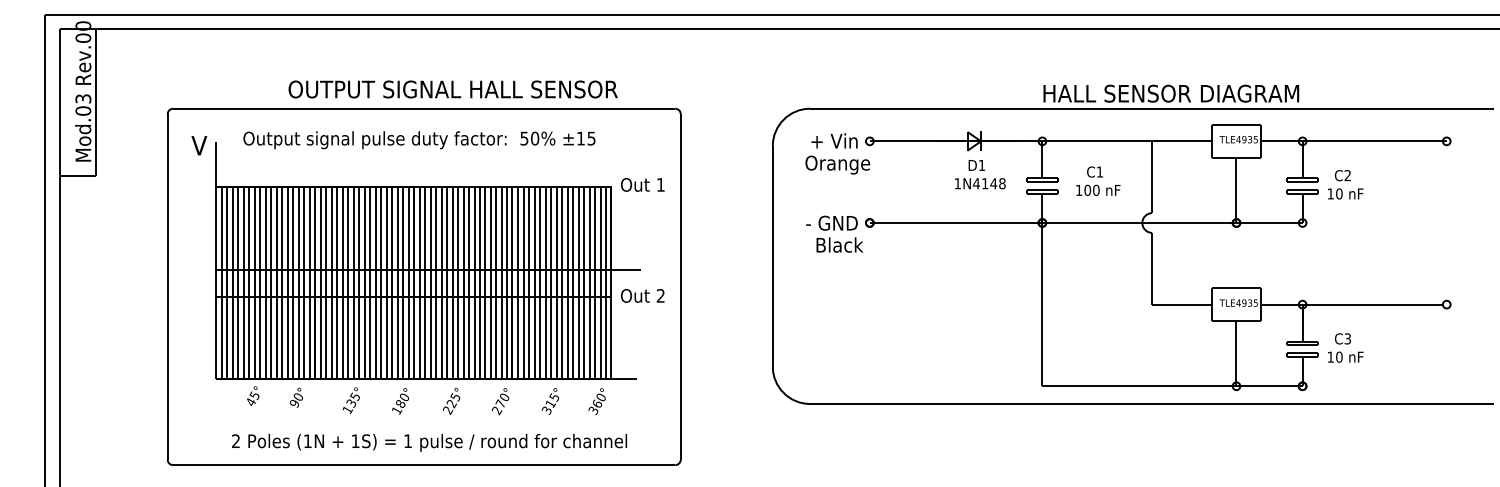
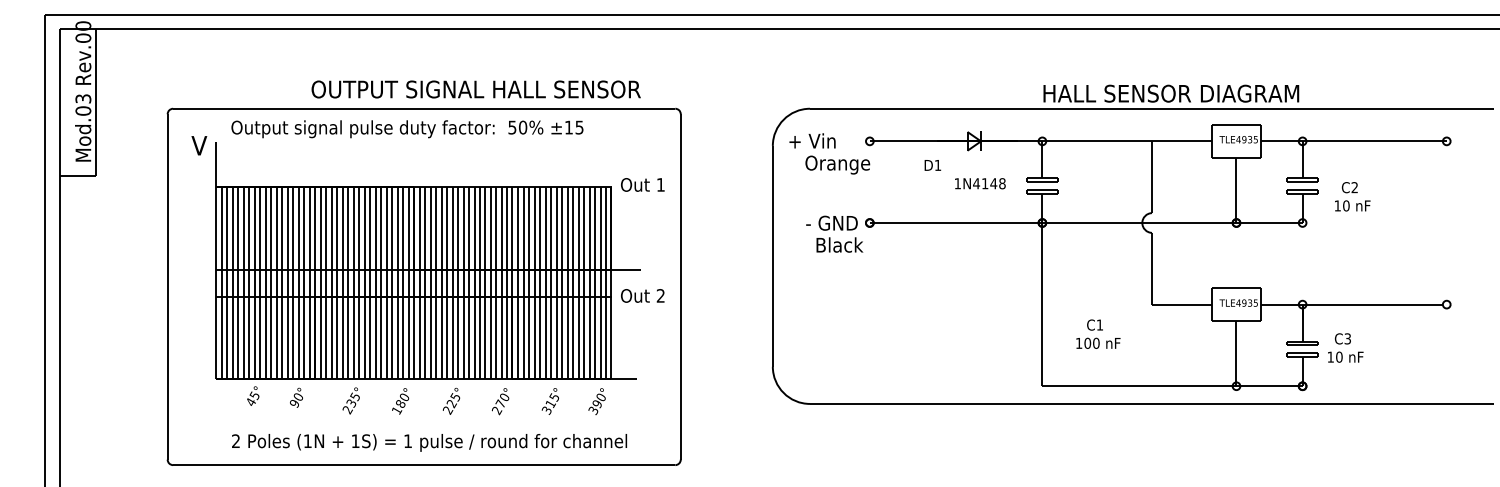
text at (452, 89) position: (452, 89) -> (475, 89)
text at (419, 140) position: (419, 140) -> (407, 129)
text at (834, 140) position: (834, 140) -> (812, 140)
text at (976, 165) position: (976, 165) -> (932, 165)
text at (1098, 180) position: (1098, 180) -> (1098, 333)
text at (1345, 184) position: (1345, 184) -> (1352, 196)
text at (597, 403): 360° -> 390°
text at (346, 410): 135° -> 235°
